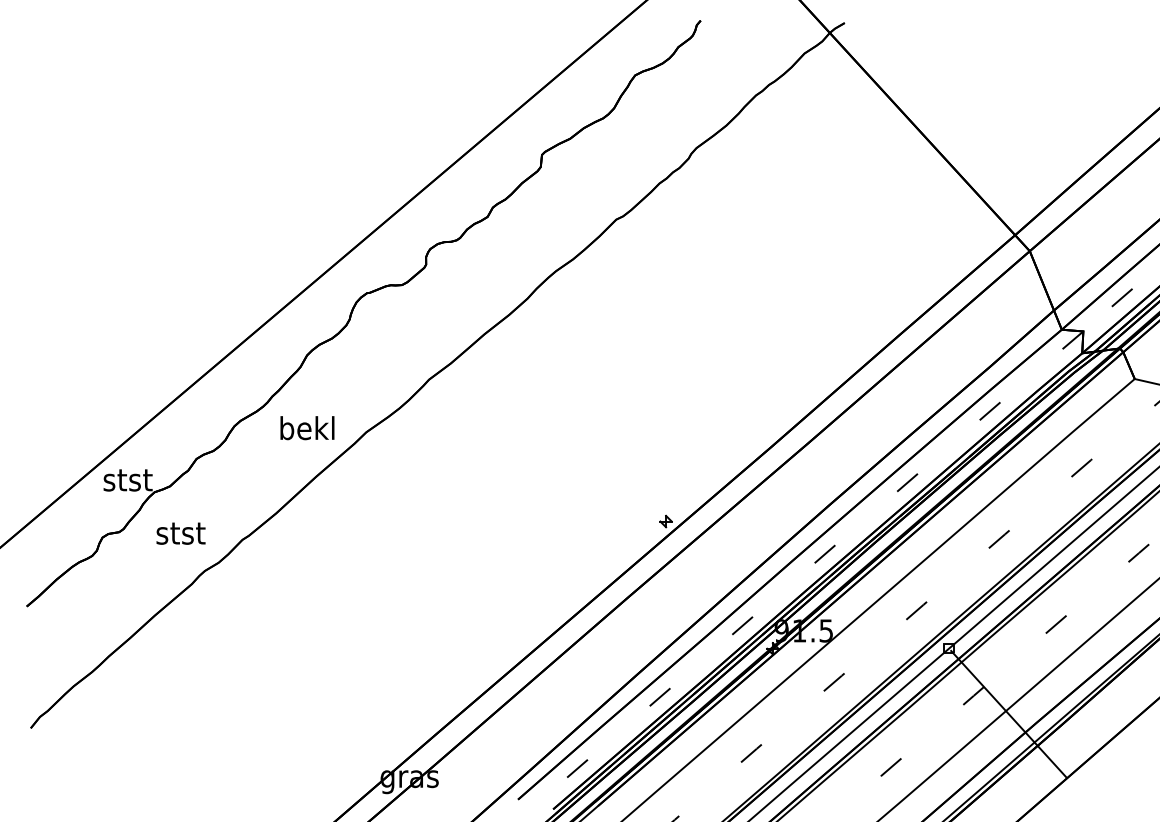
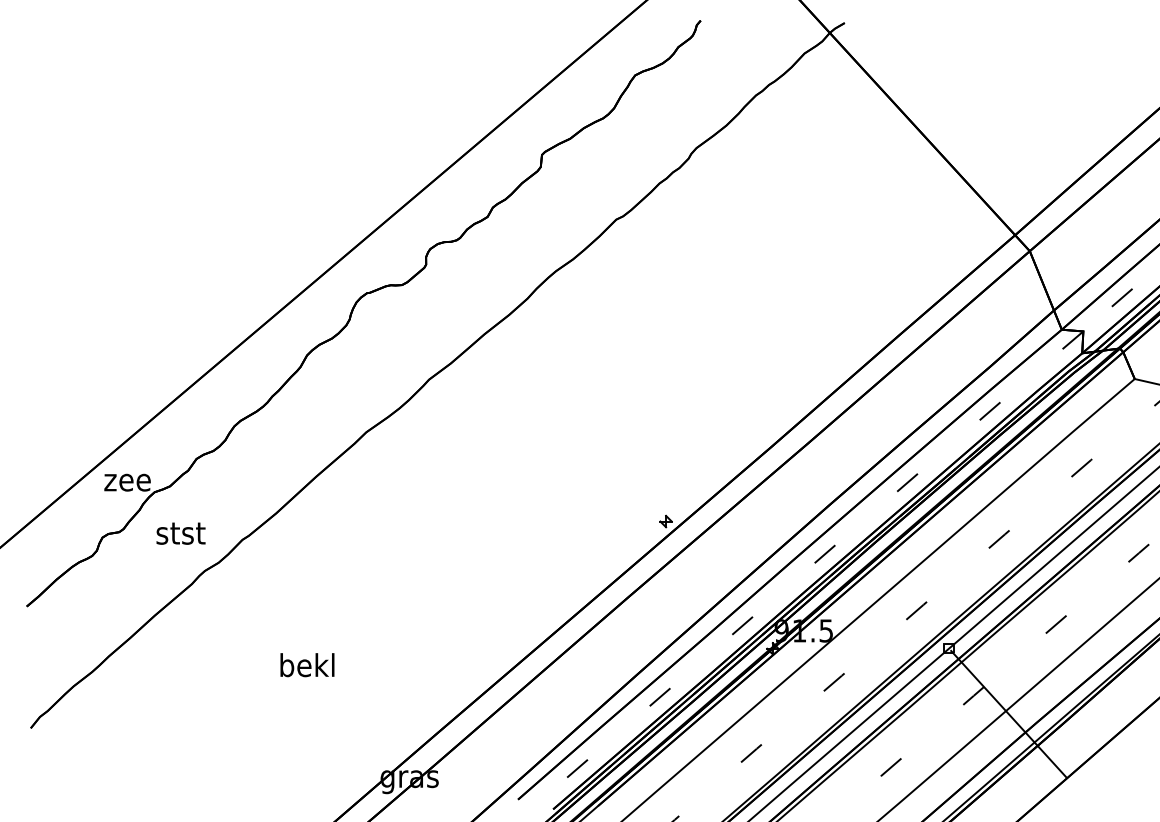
text at (307, 428) position: (307, 428) -> (307, 665)
text at (127, 480): stst -> zee
